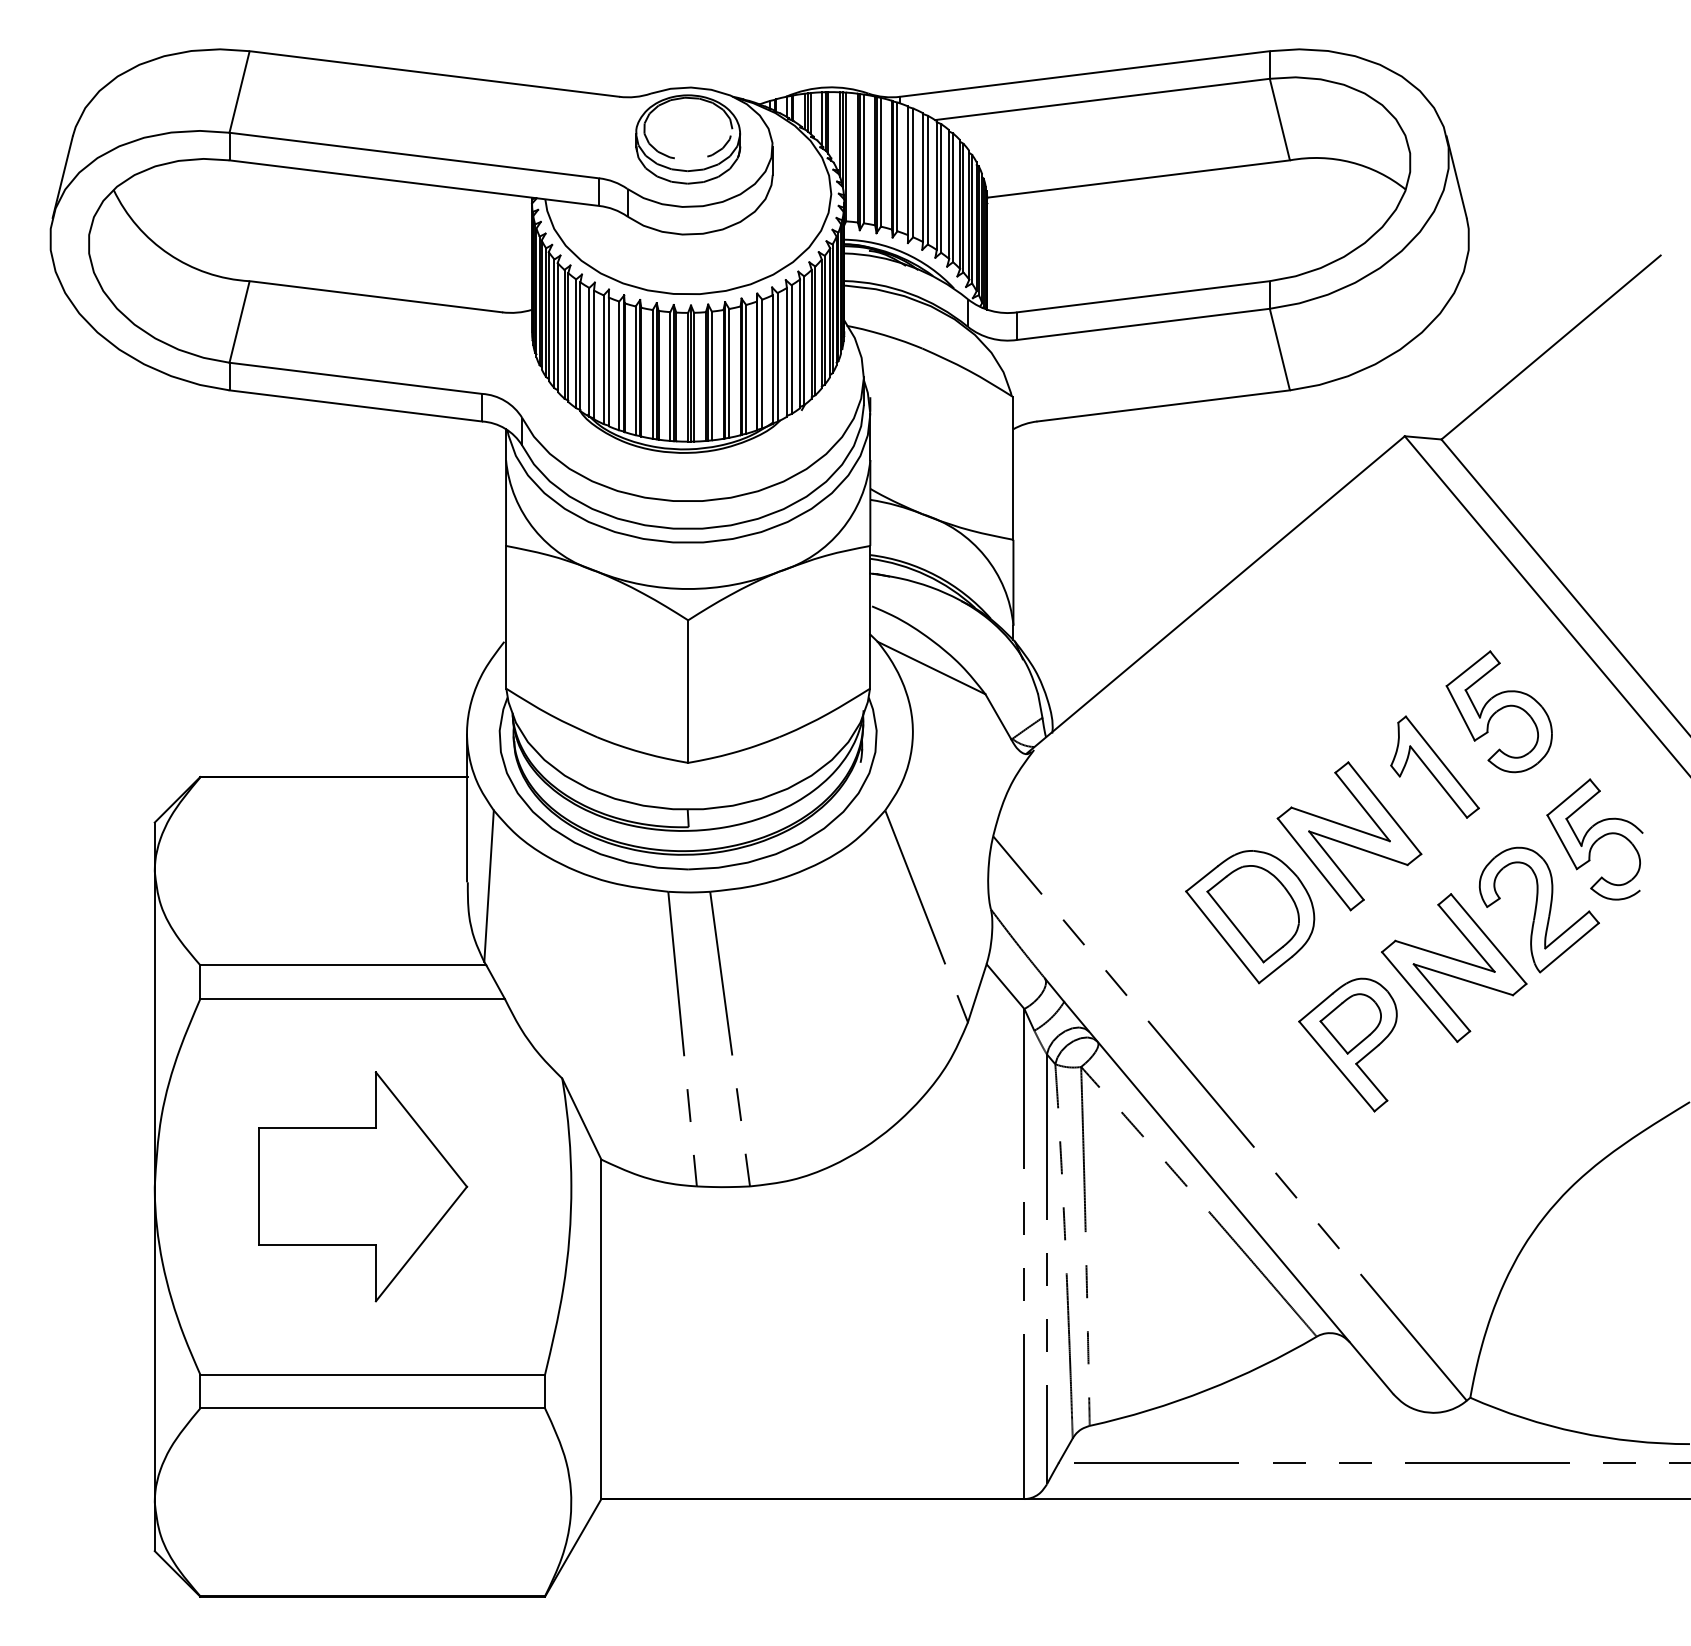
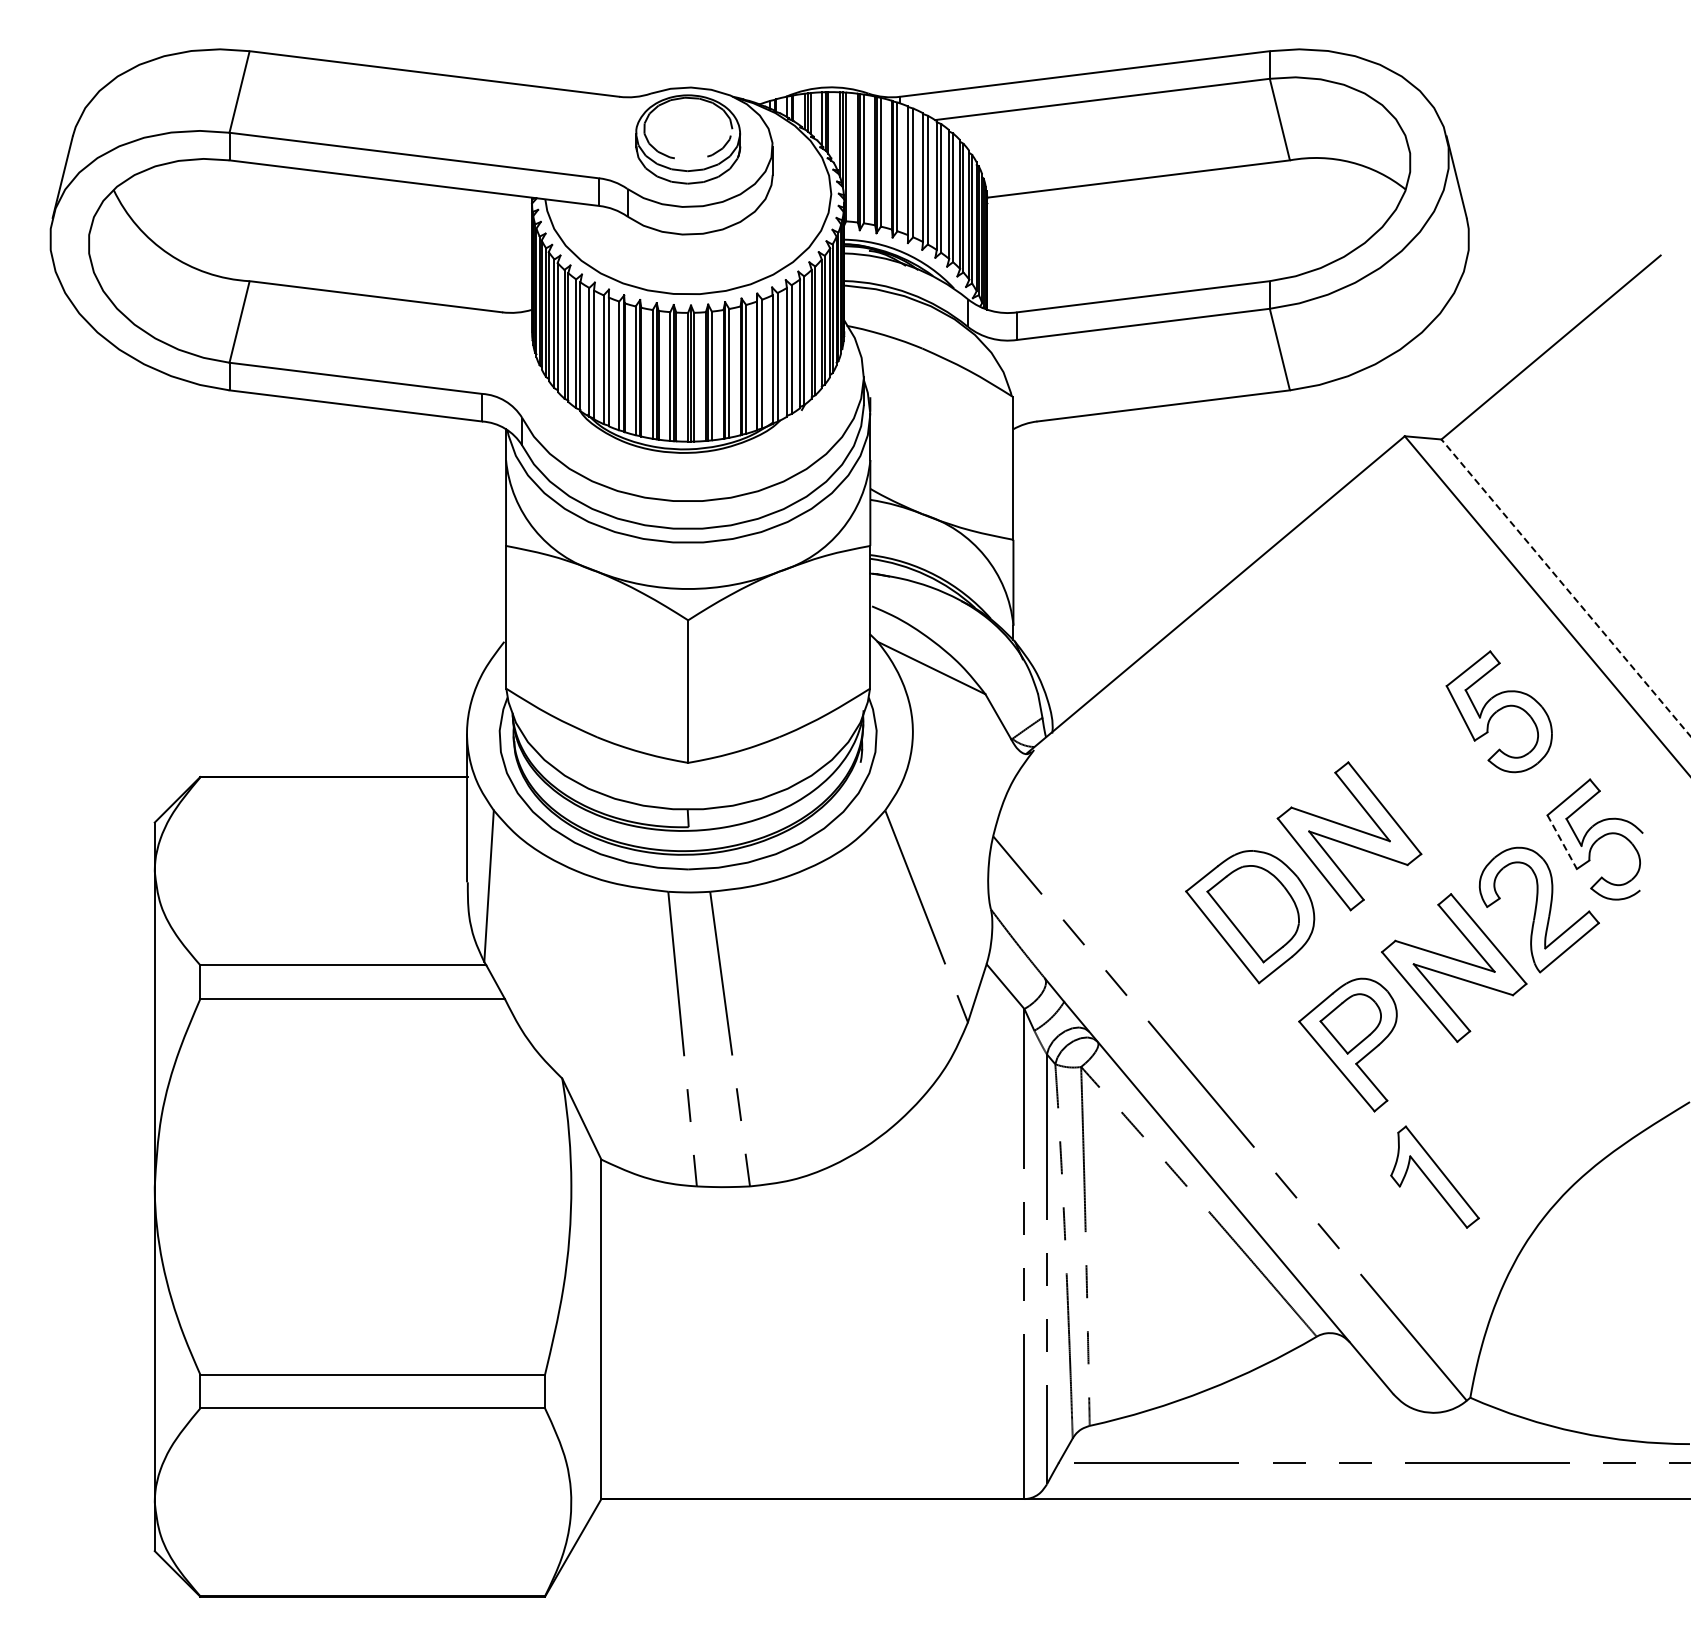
line at (1566, 588): solid -> dashed
part at (1434, 766) position: (1434, 766) -> (1434, 1176)
line at (1562, 842): solid -> dashed
part at (363, 1186): present -> none
